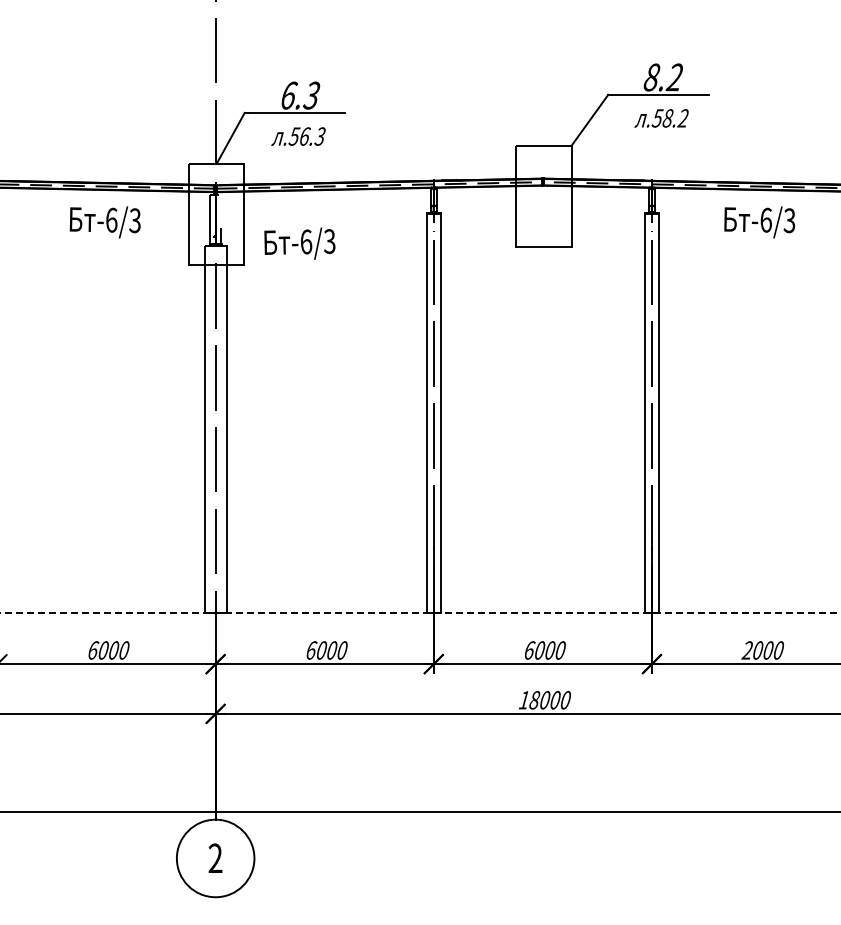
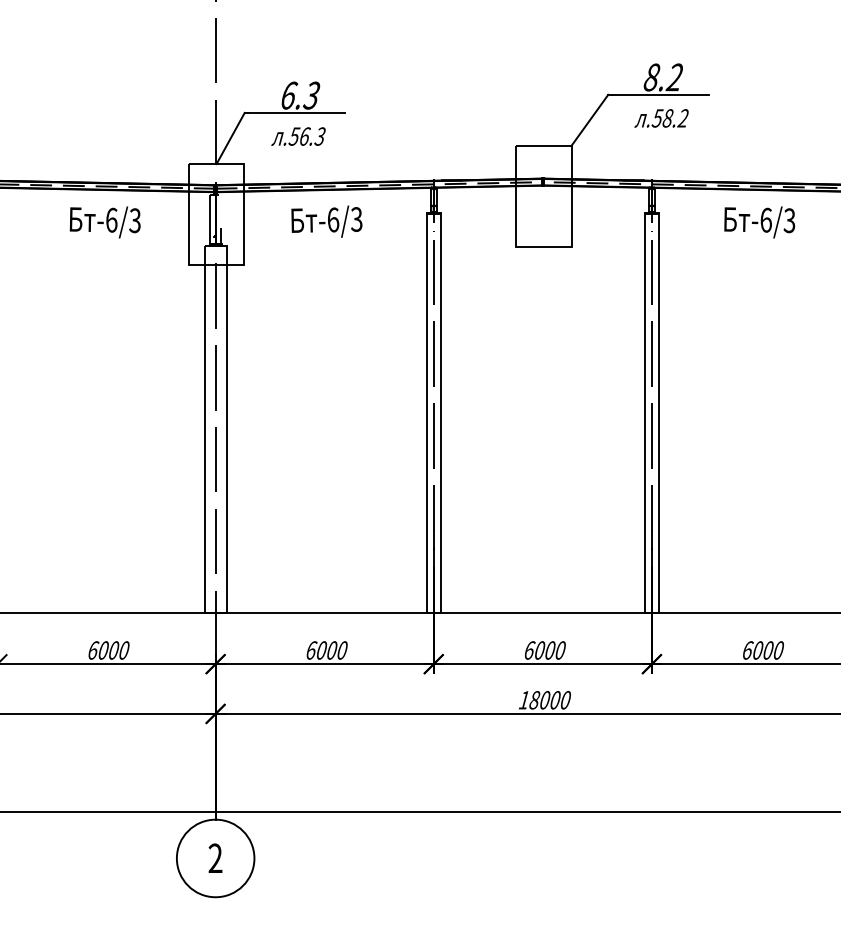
text at (299, 243) position: (299, 243) -> (326, 221)
line at (420, 612): dashed -> solid
text at (747, 650): 2000 -> 6000
